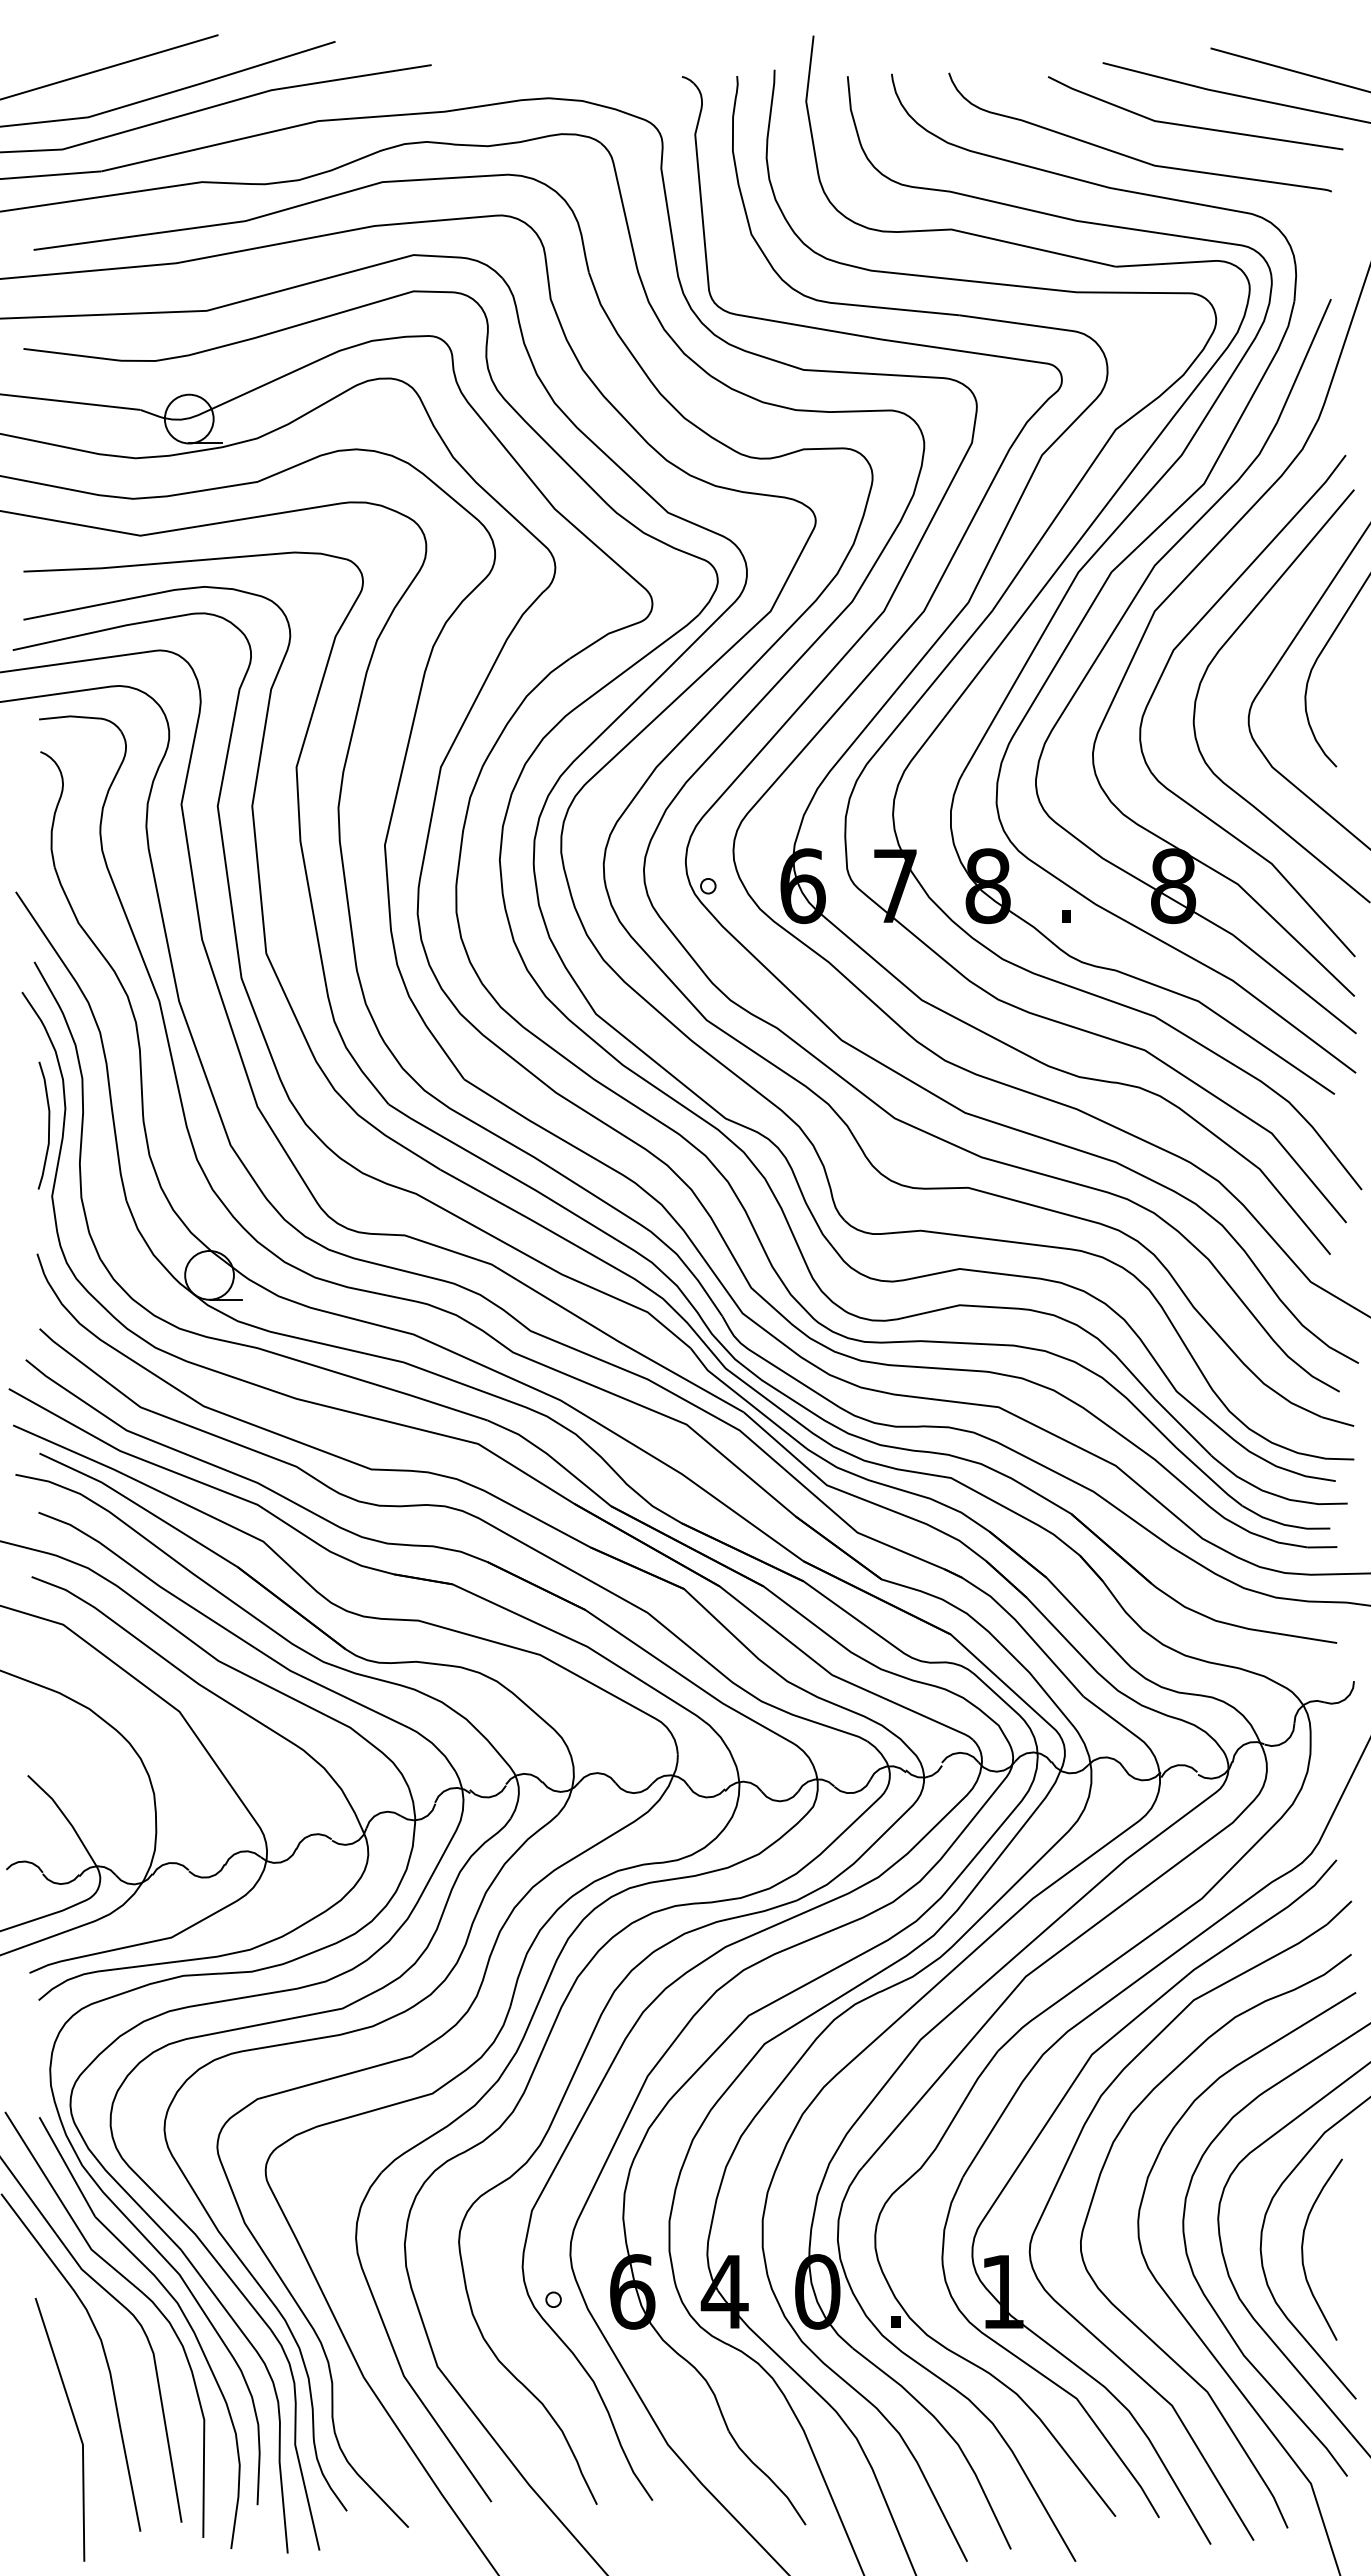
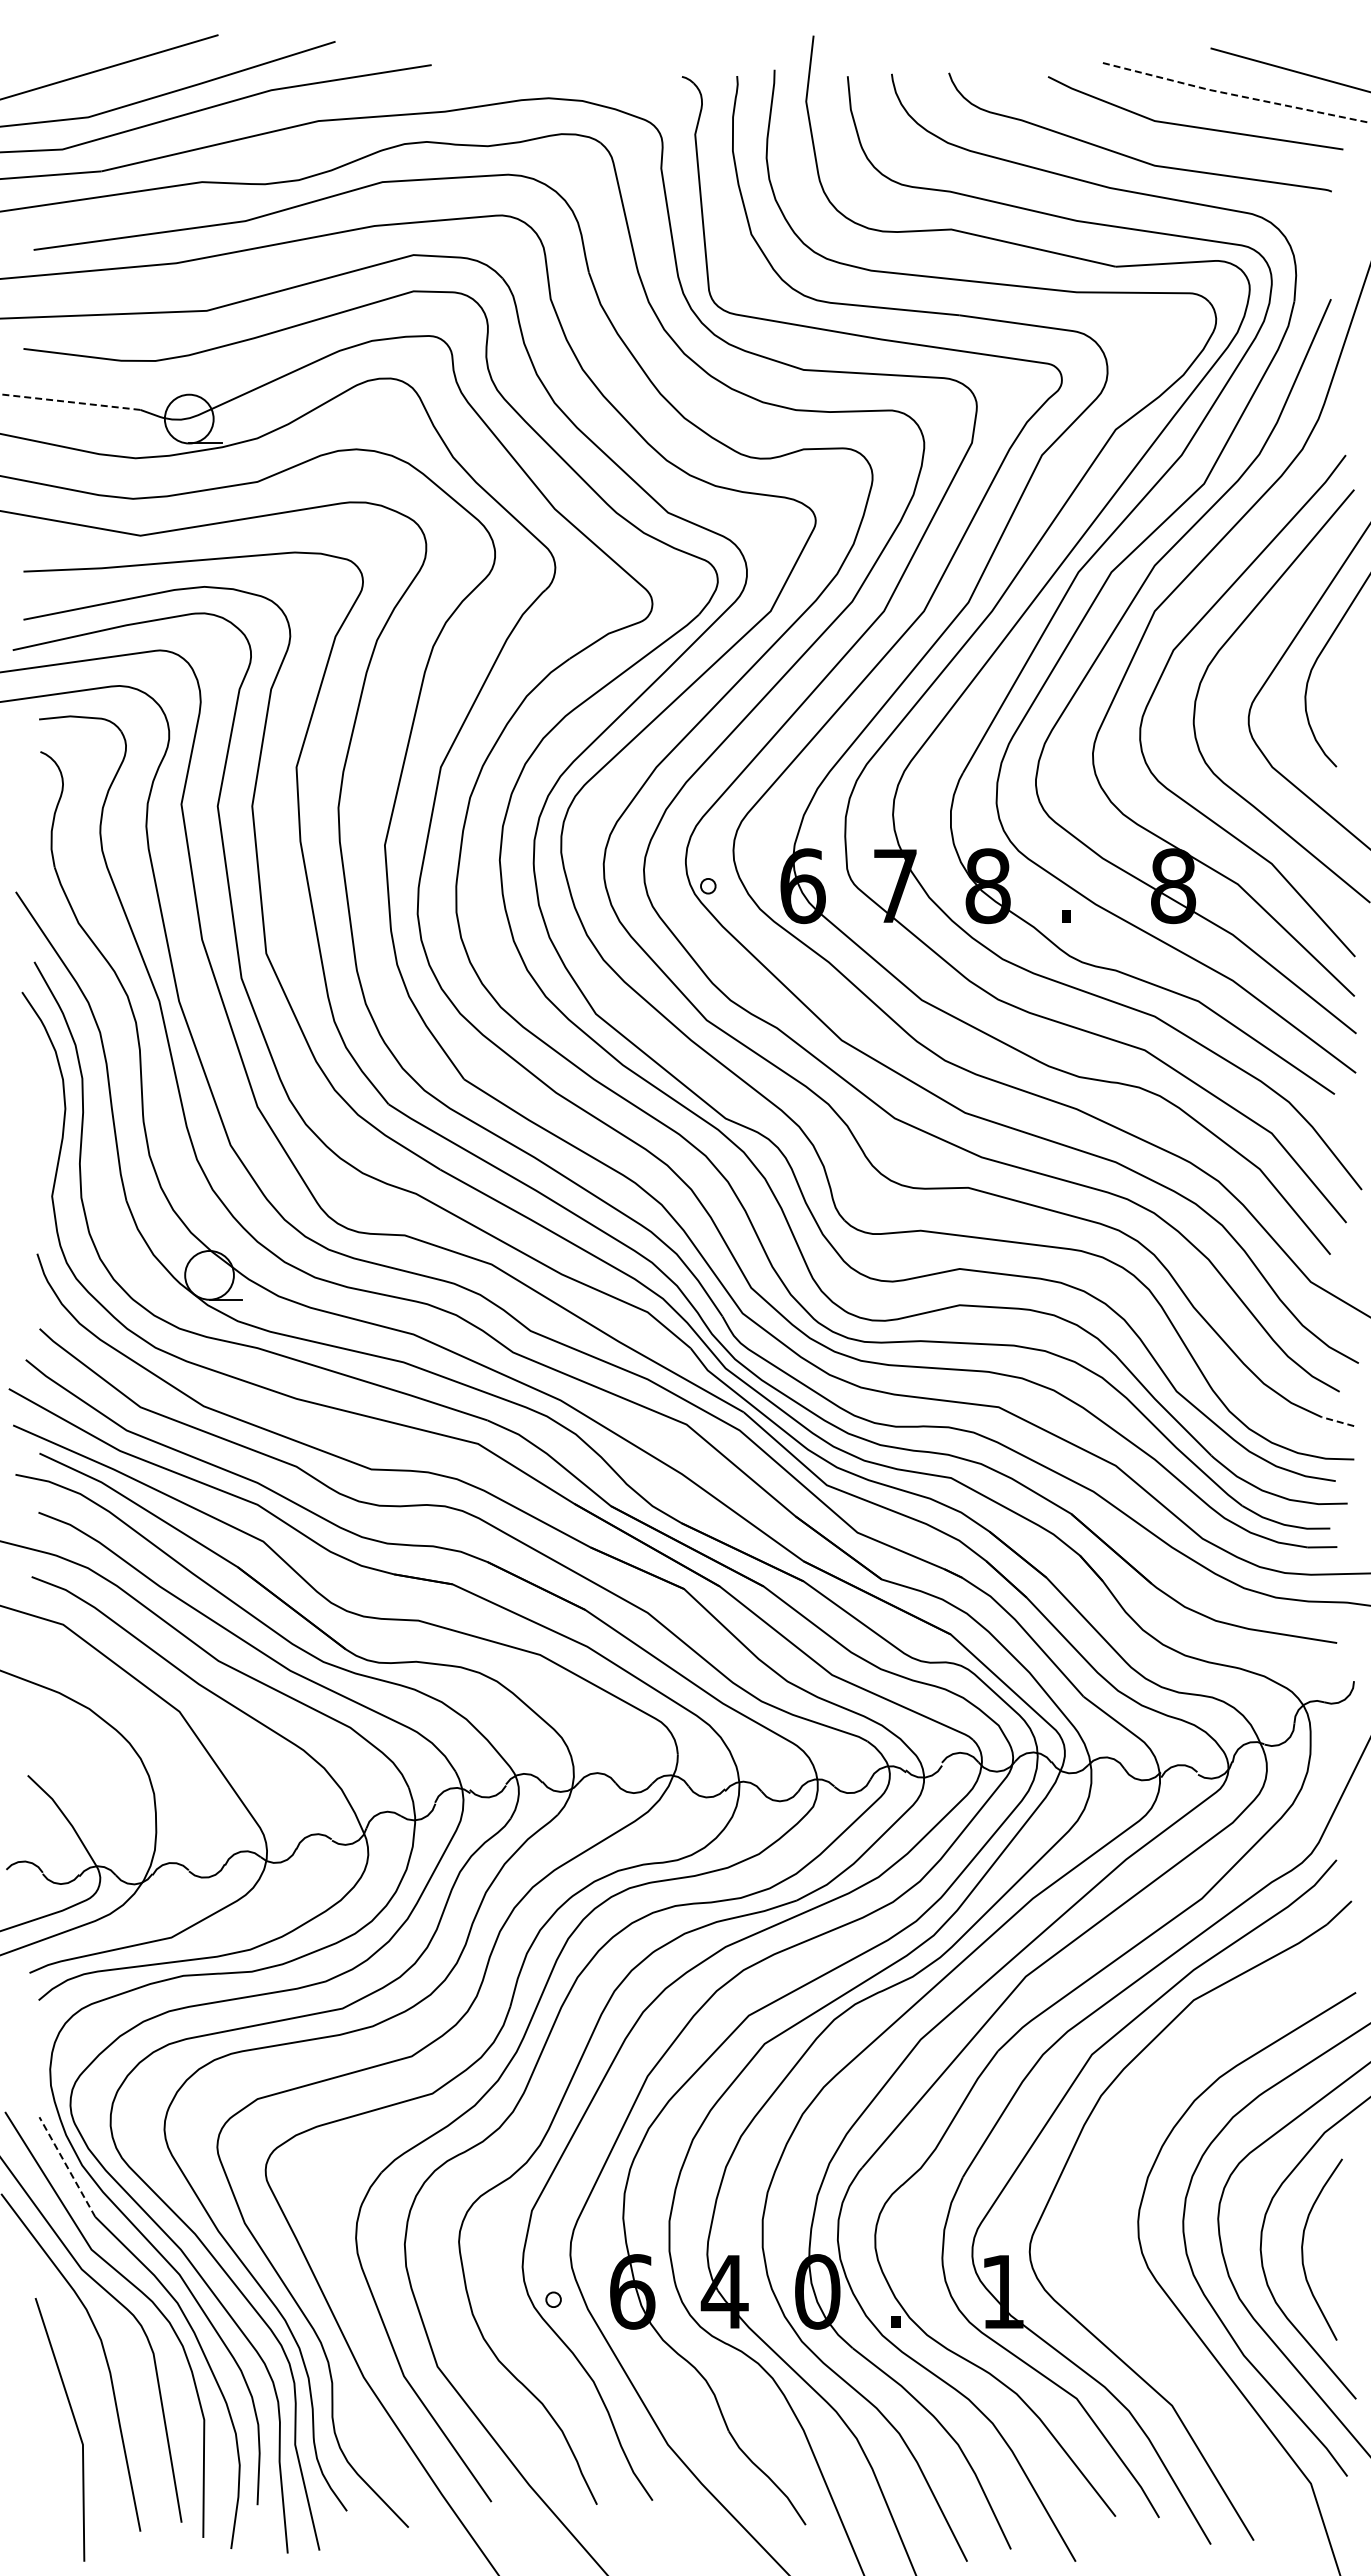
line at (1235, 95): solid -> dashed
line at (70, 402): solid -> dashed
curve at (48, 1125): present -> none
line at (1337, 1421): solid -> dashed
line at (67, 2166): solid -> dashed
curve at (1137, 2325): present -> none
